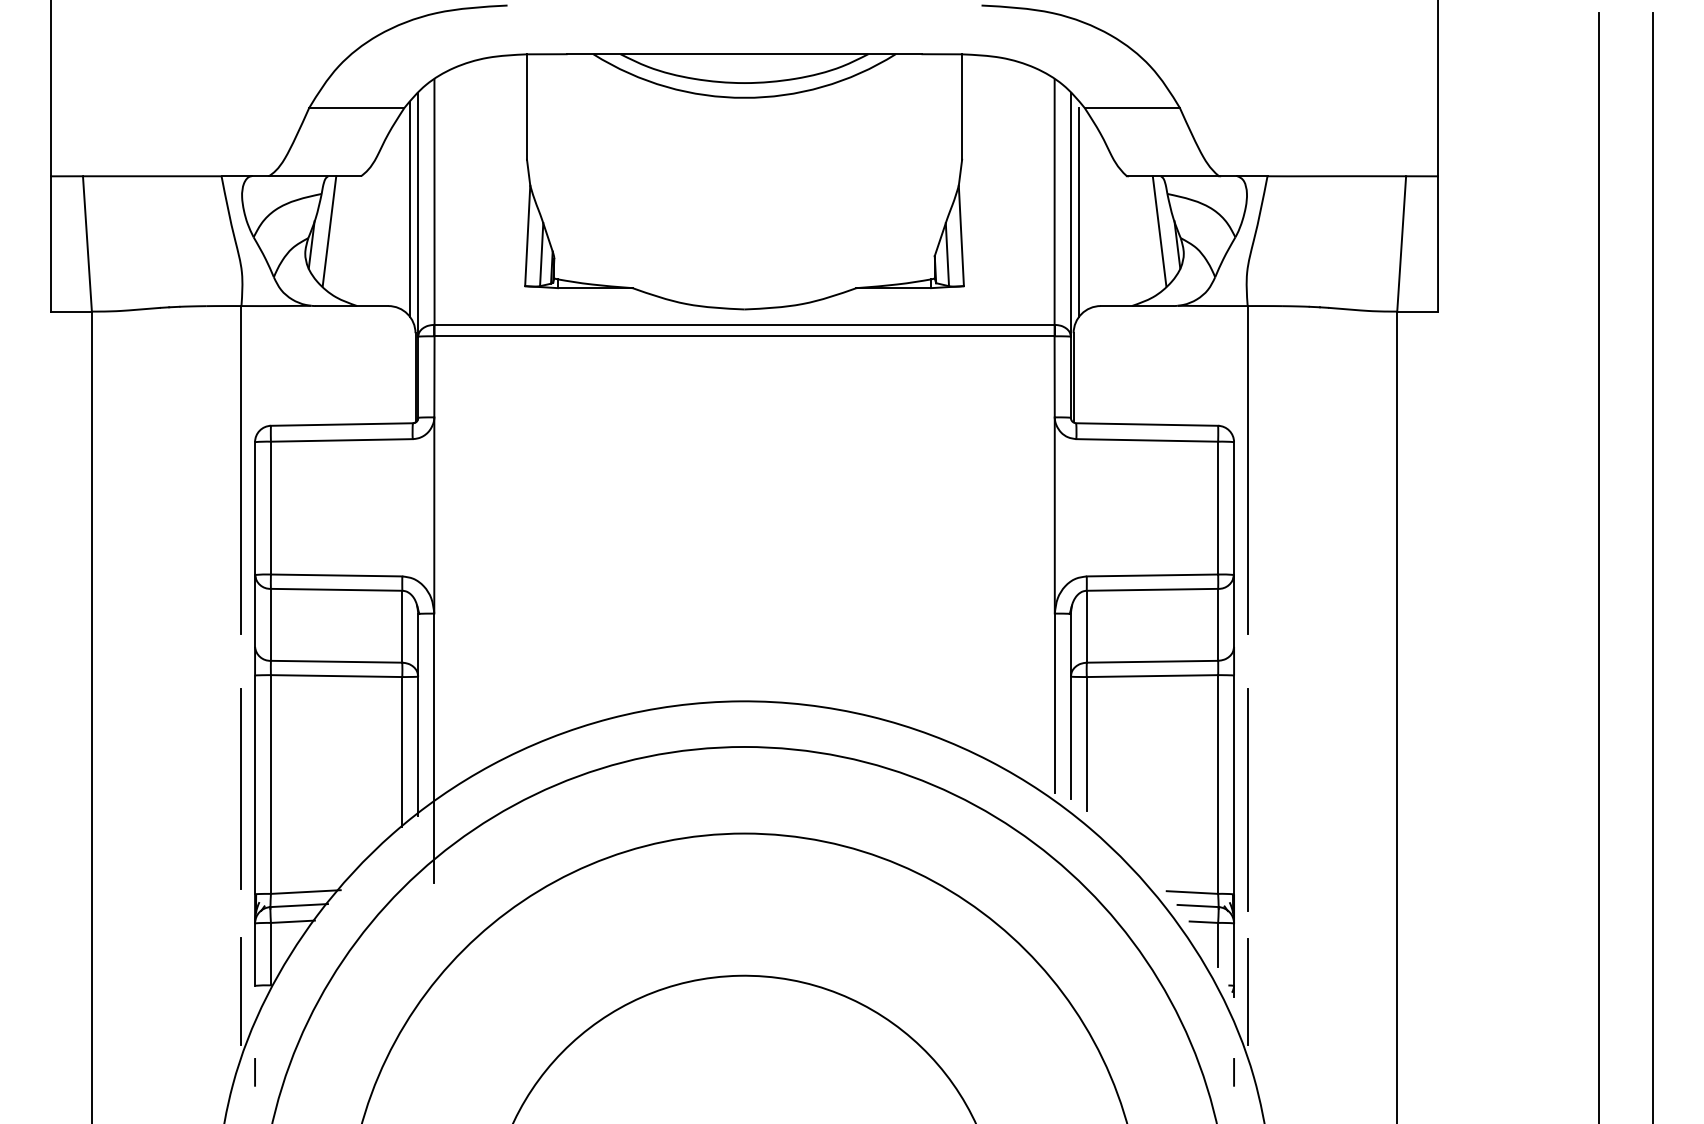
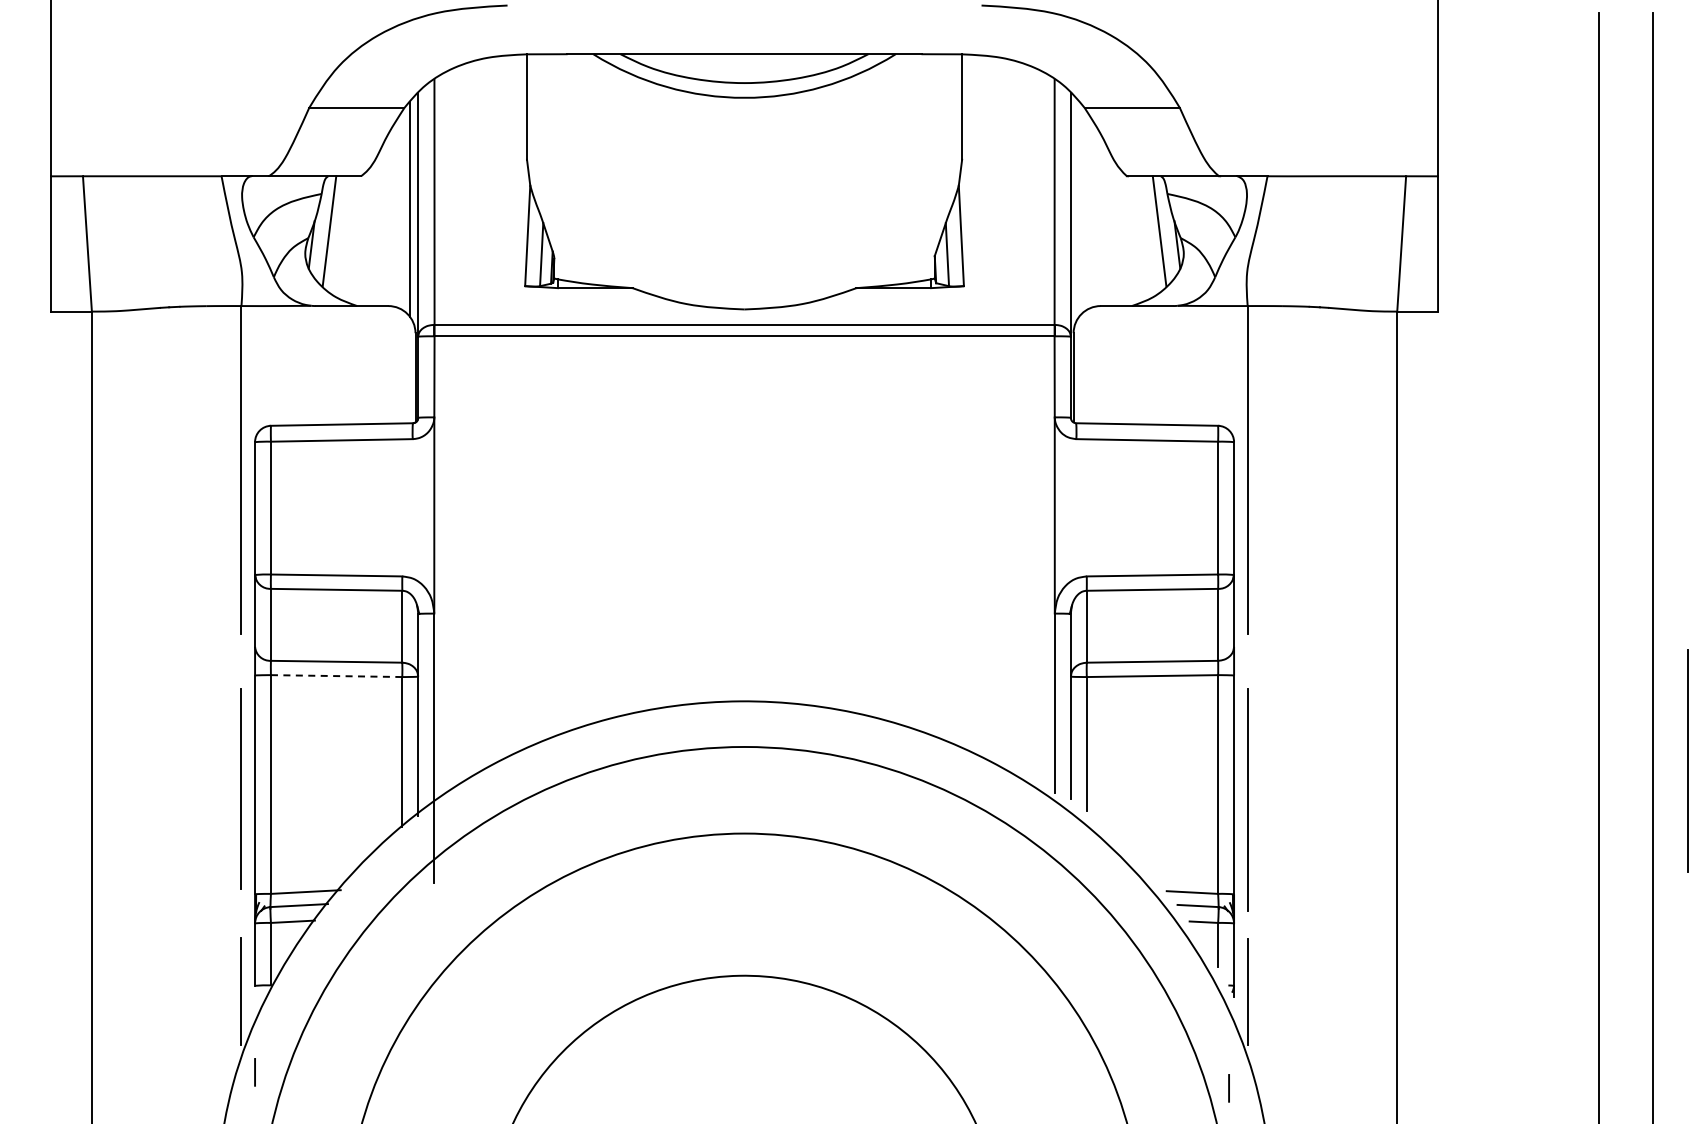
line at (1078, 212): present -> none
line at (336, 676): solid -> dashed
line at (1687, 760): none -> present
line at (1233, 1072) position: (1233, 1072) -> (1228, 1088)
